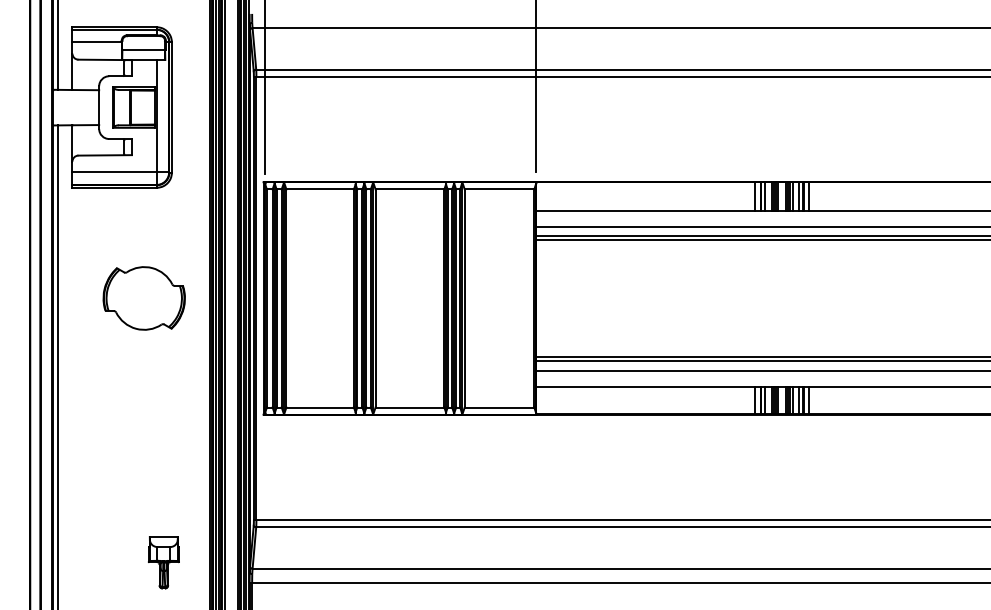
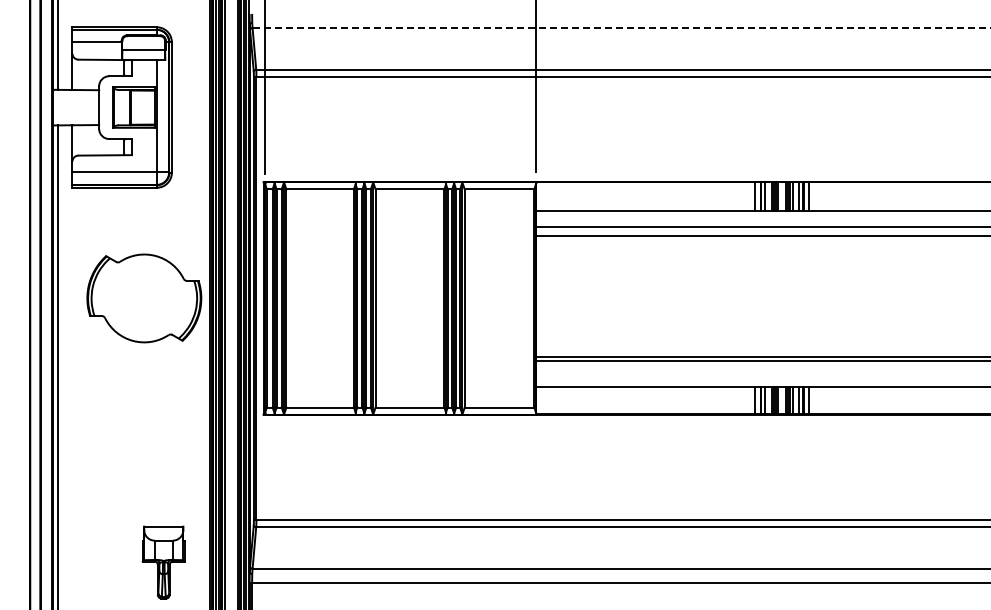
line at (621, 28): solid -> dashed
line at (761, 239): present -> none
part at (143, 298) size: 84x65 px -> 117x91 px
line at (761, 370): present -> none
part at (163, 562) size: 32x54 px -> 45x75 px
